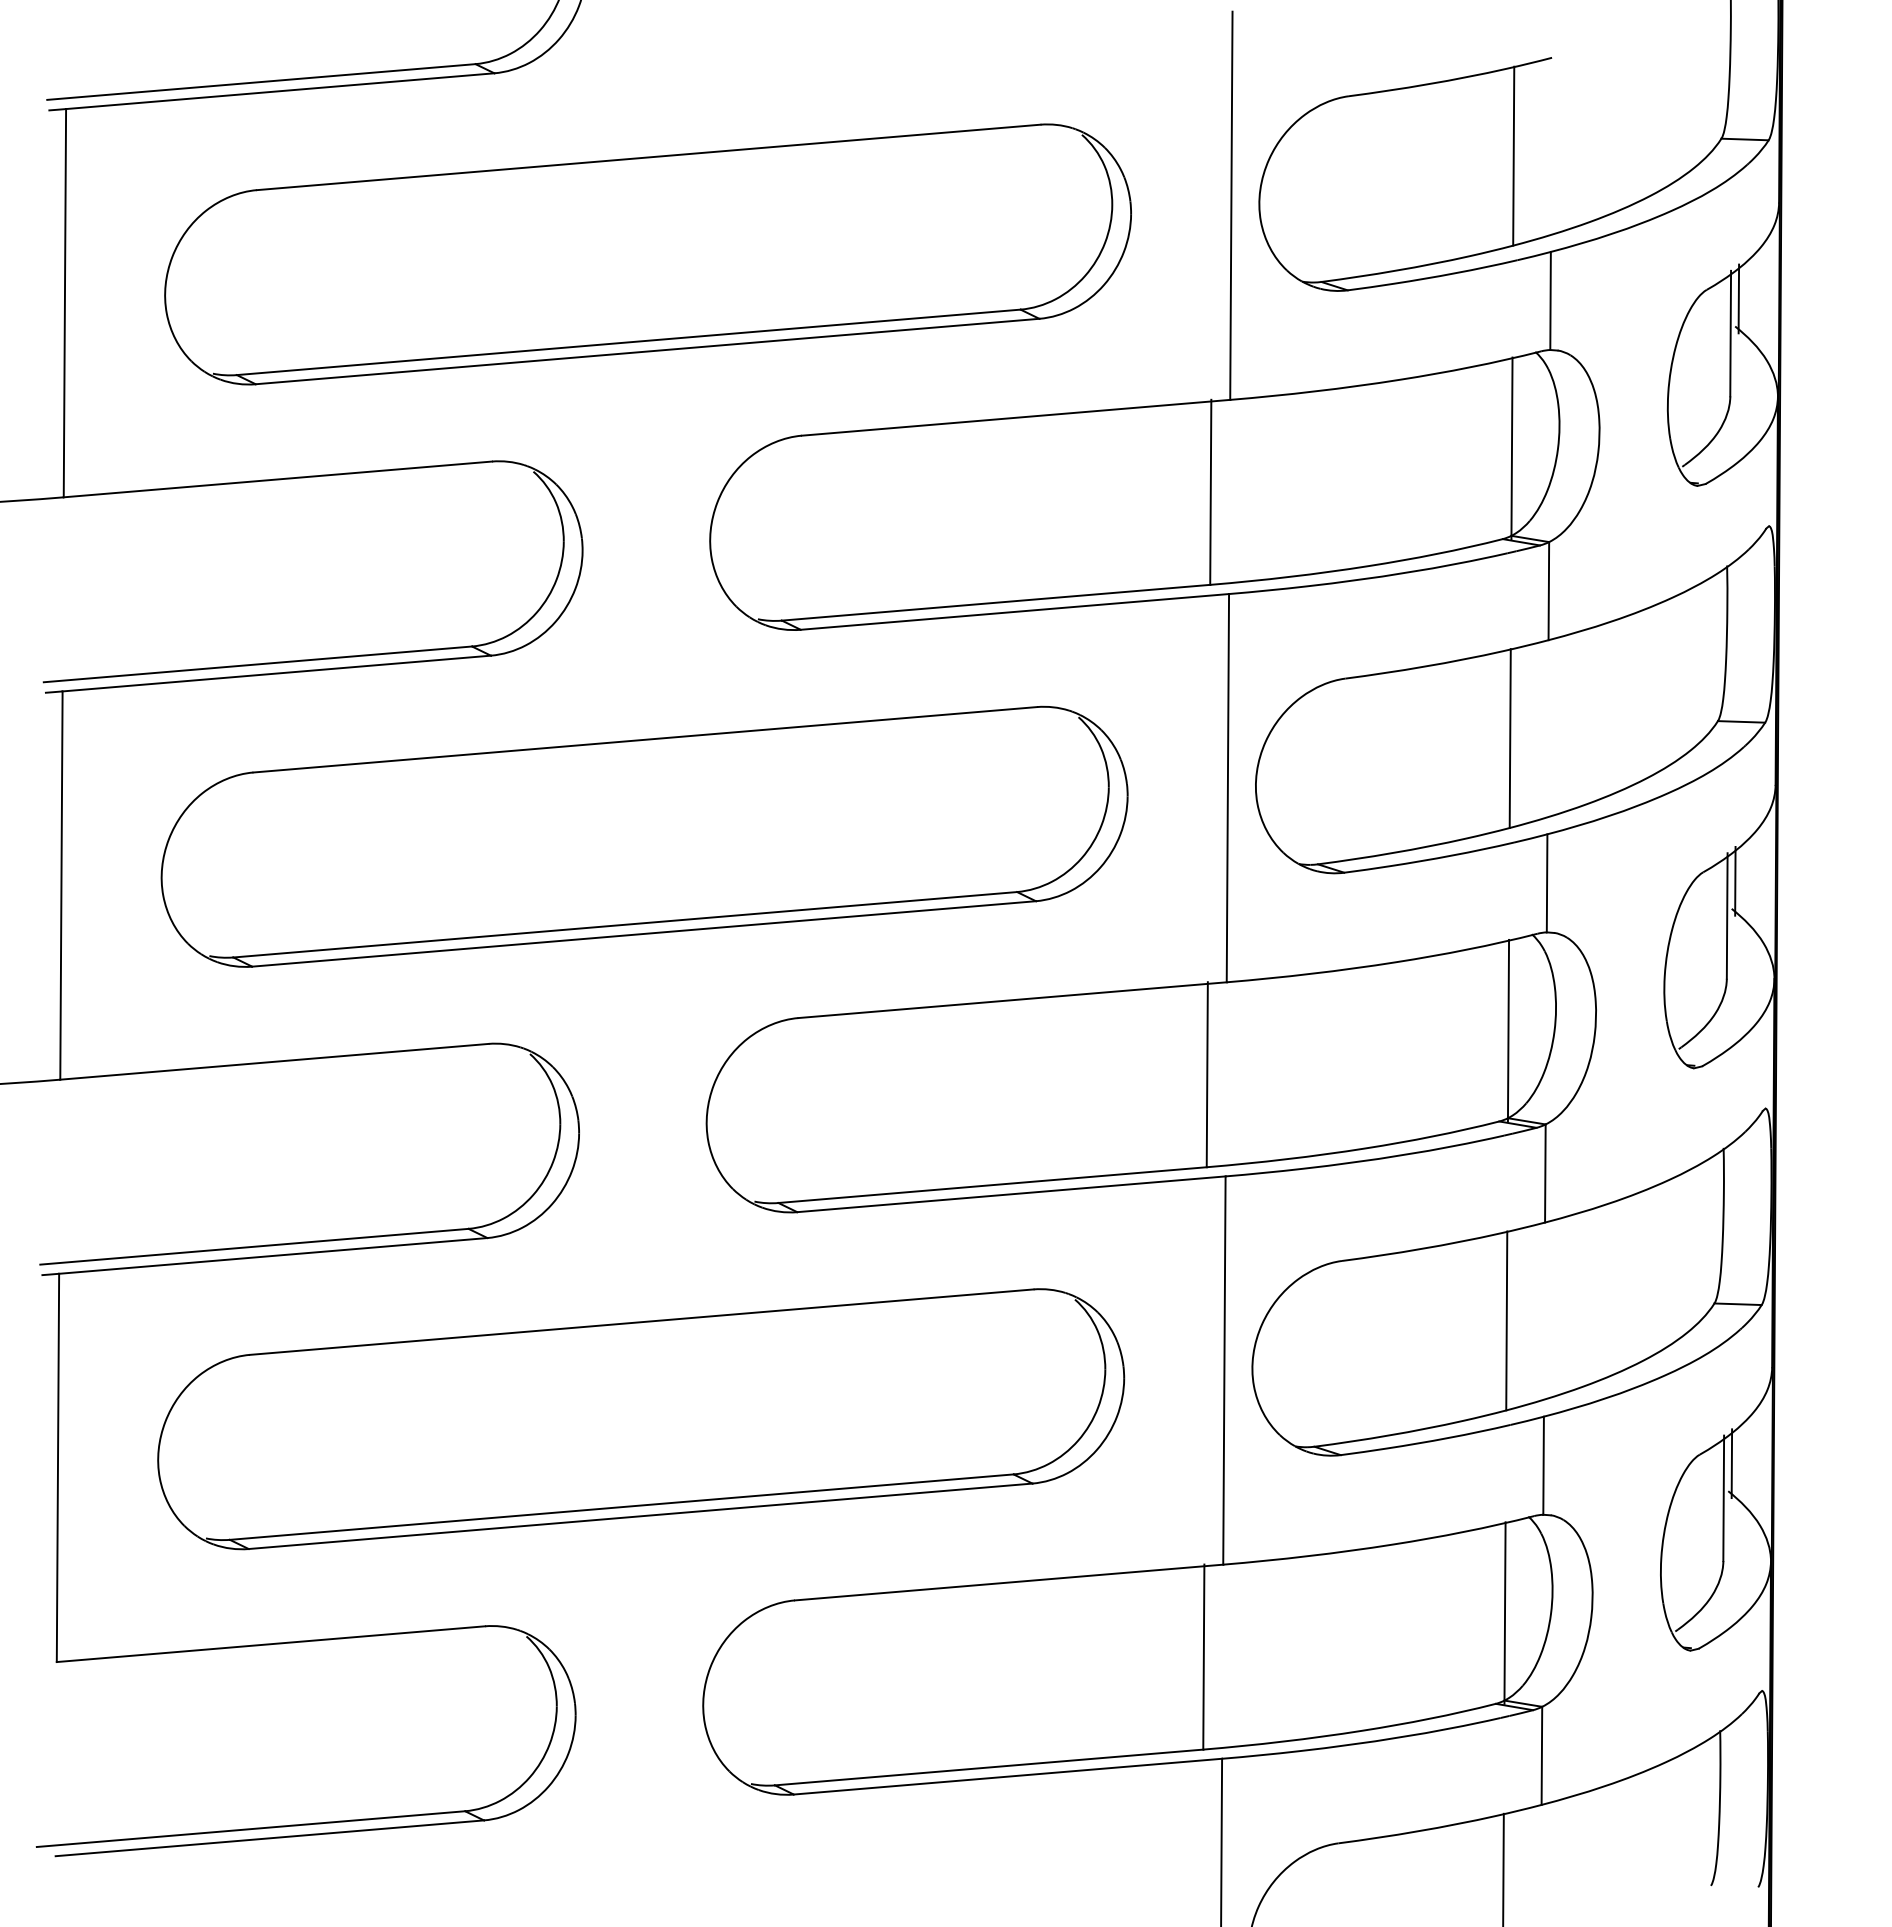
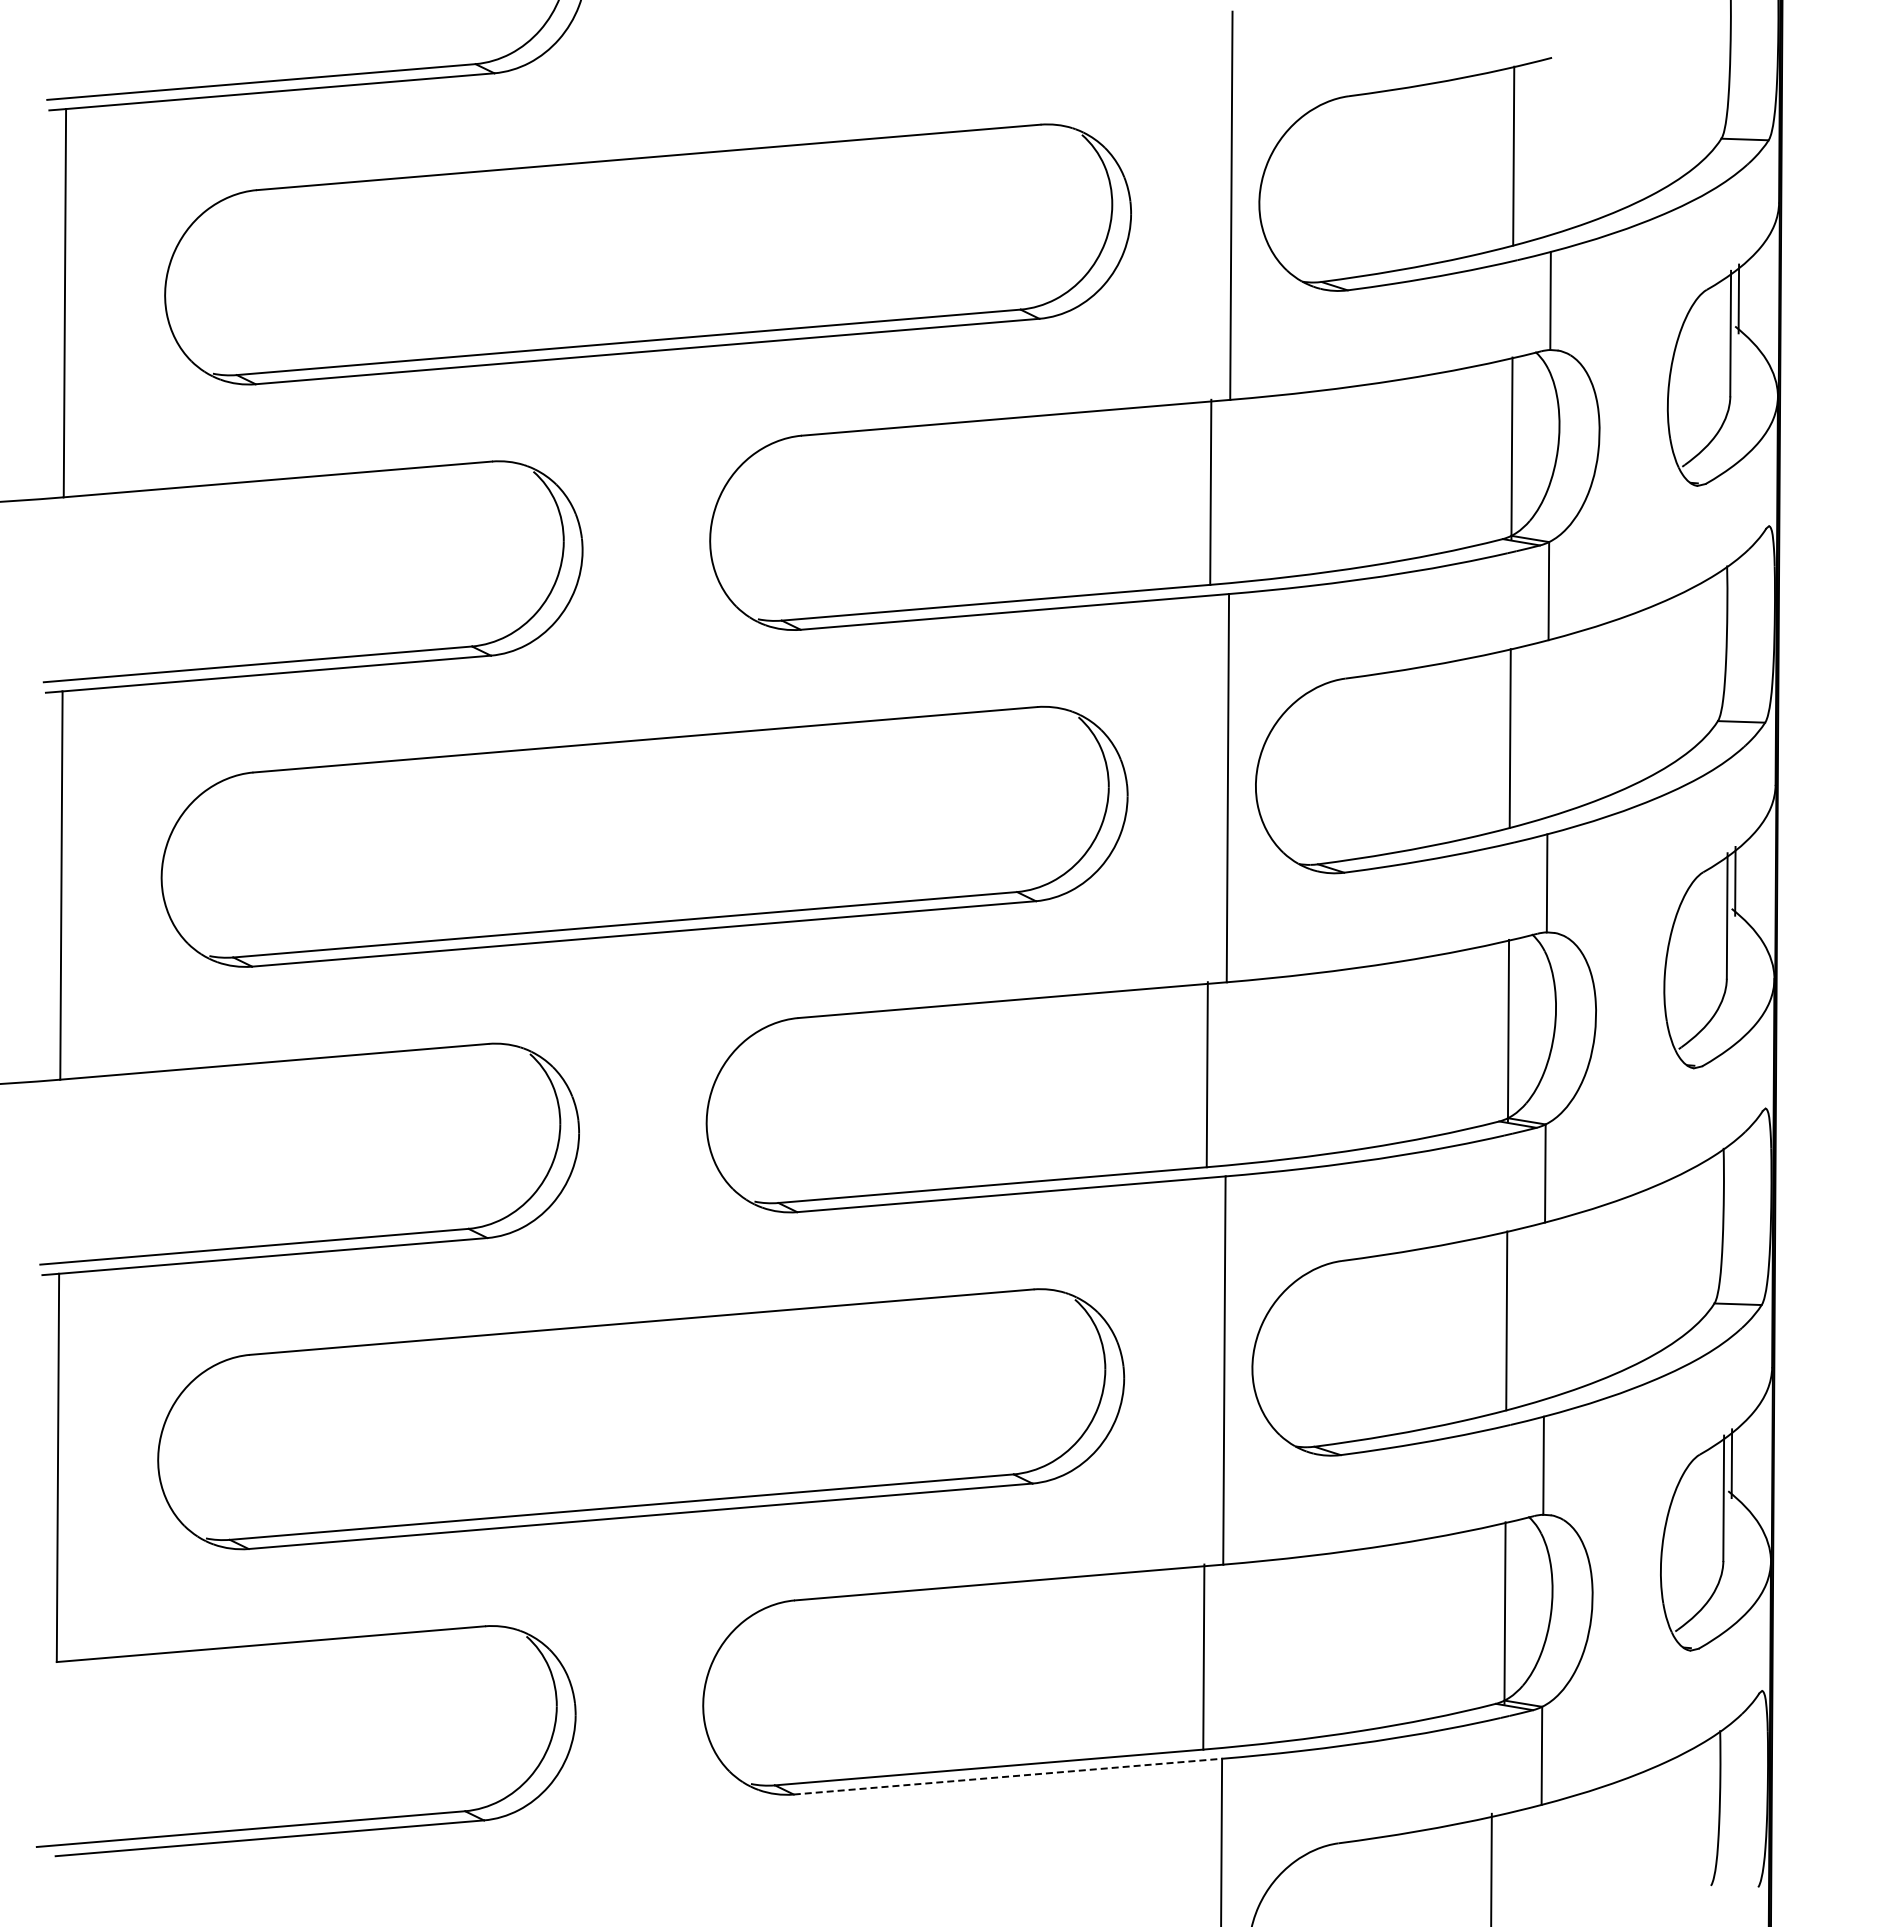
line at (1007, 1776): solid -> dashed
line at (1503, 1868) position: (1503, 1868) -> (1491, 1868)
